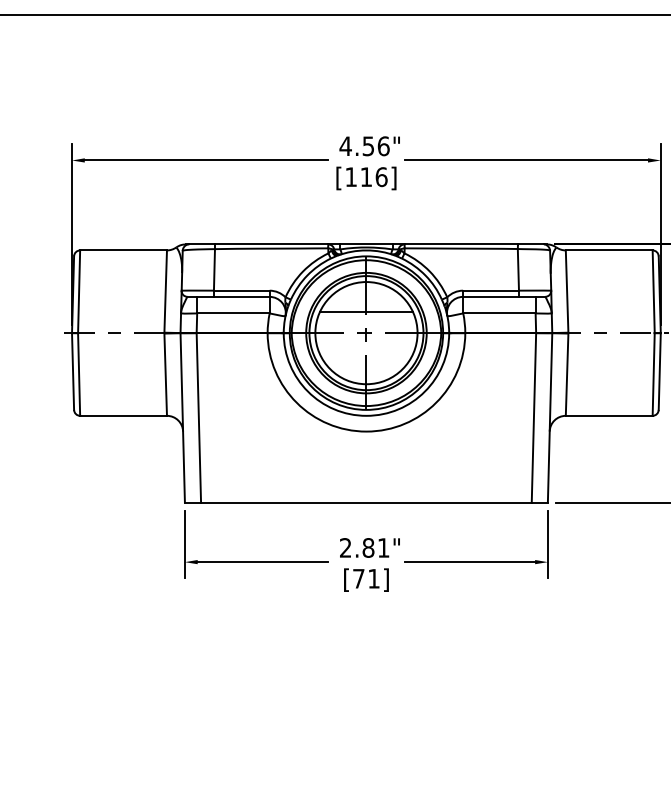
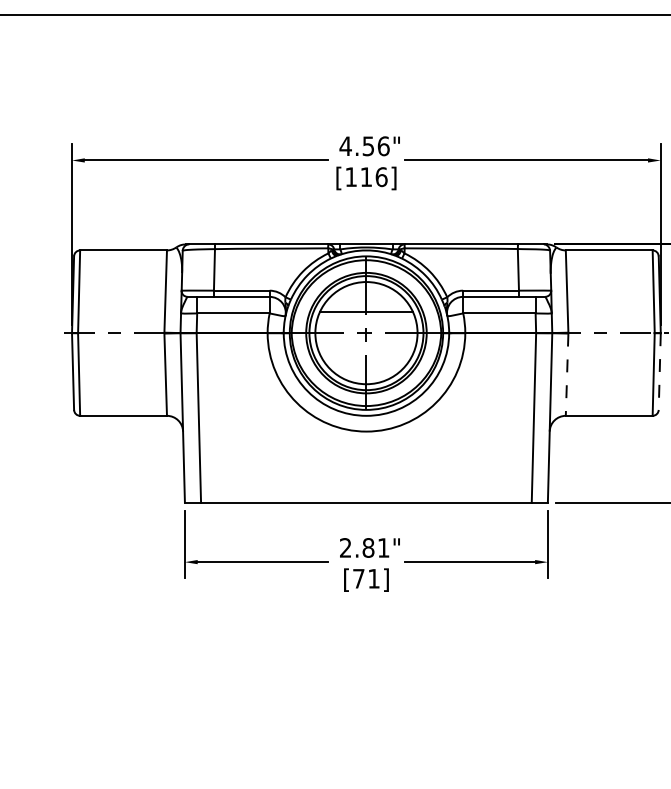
line at (659, 372): solid -> dashed
line at (567, 375): solid -> dashed
